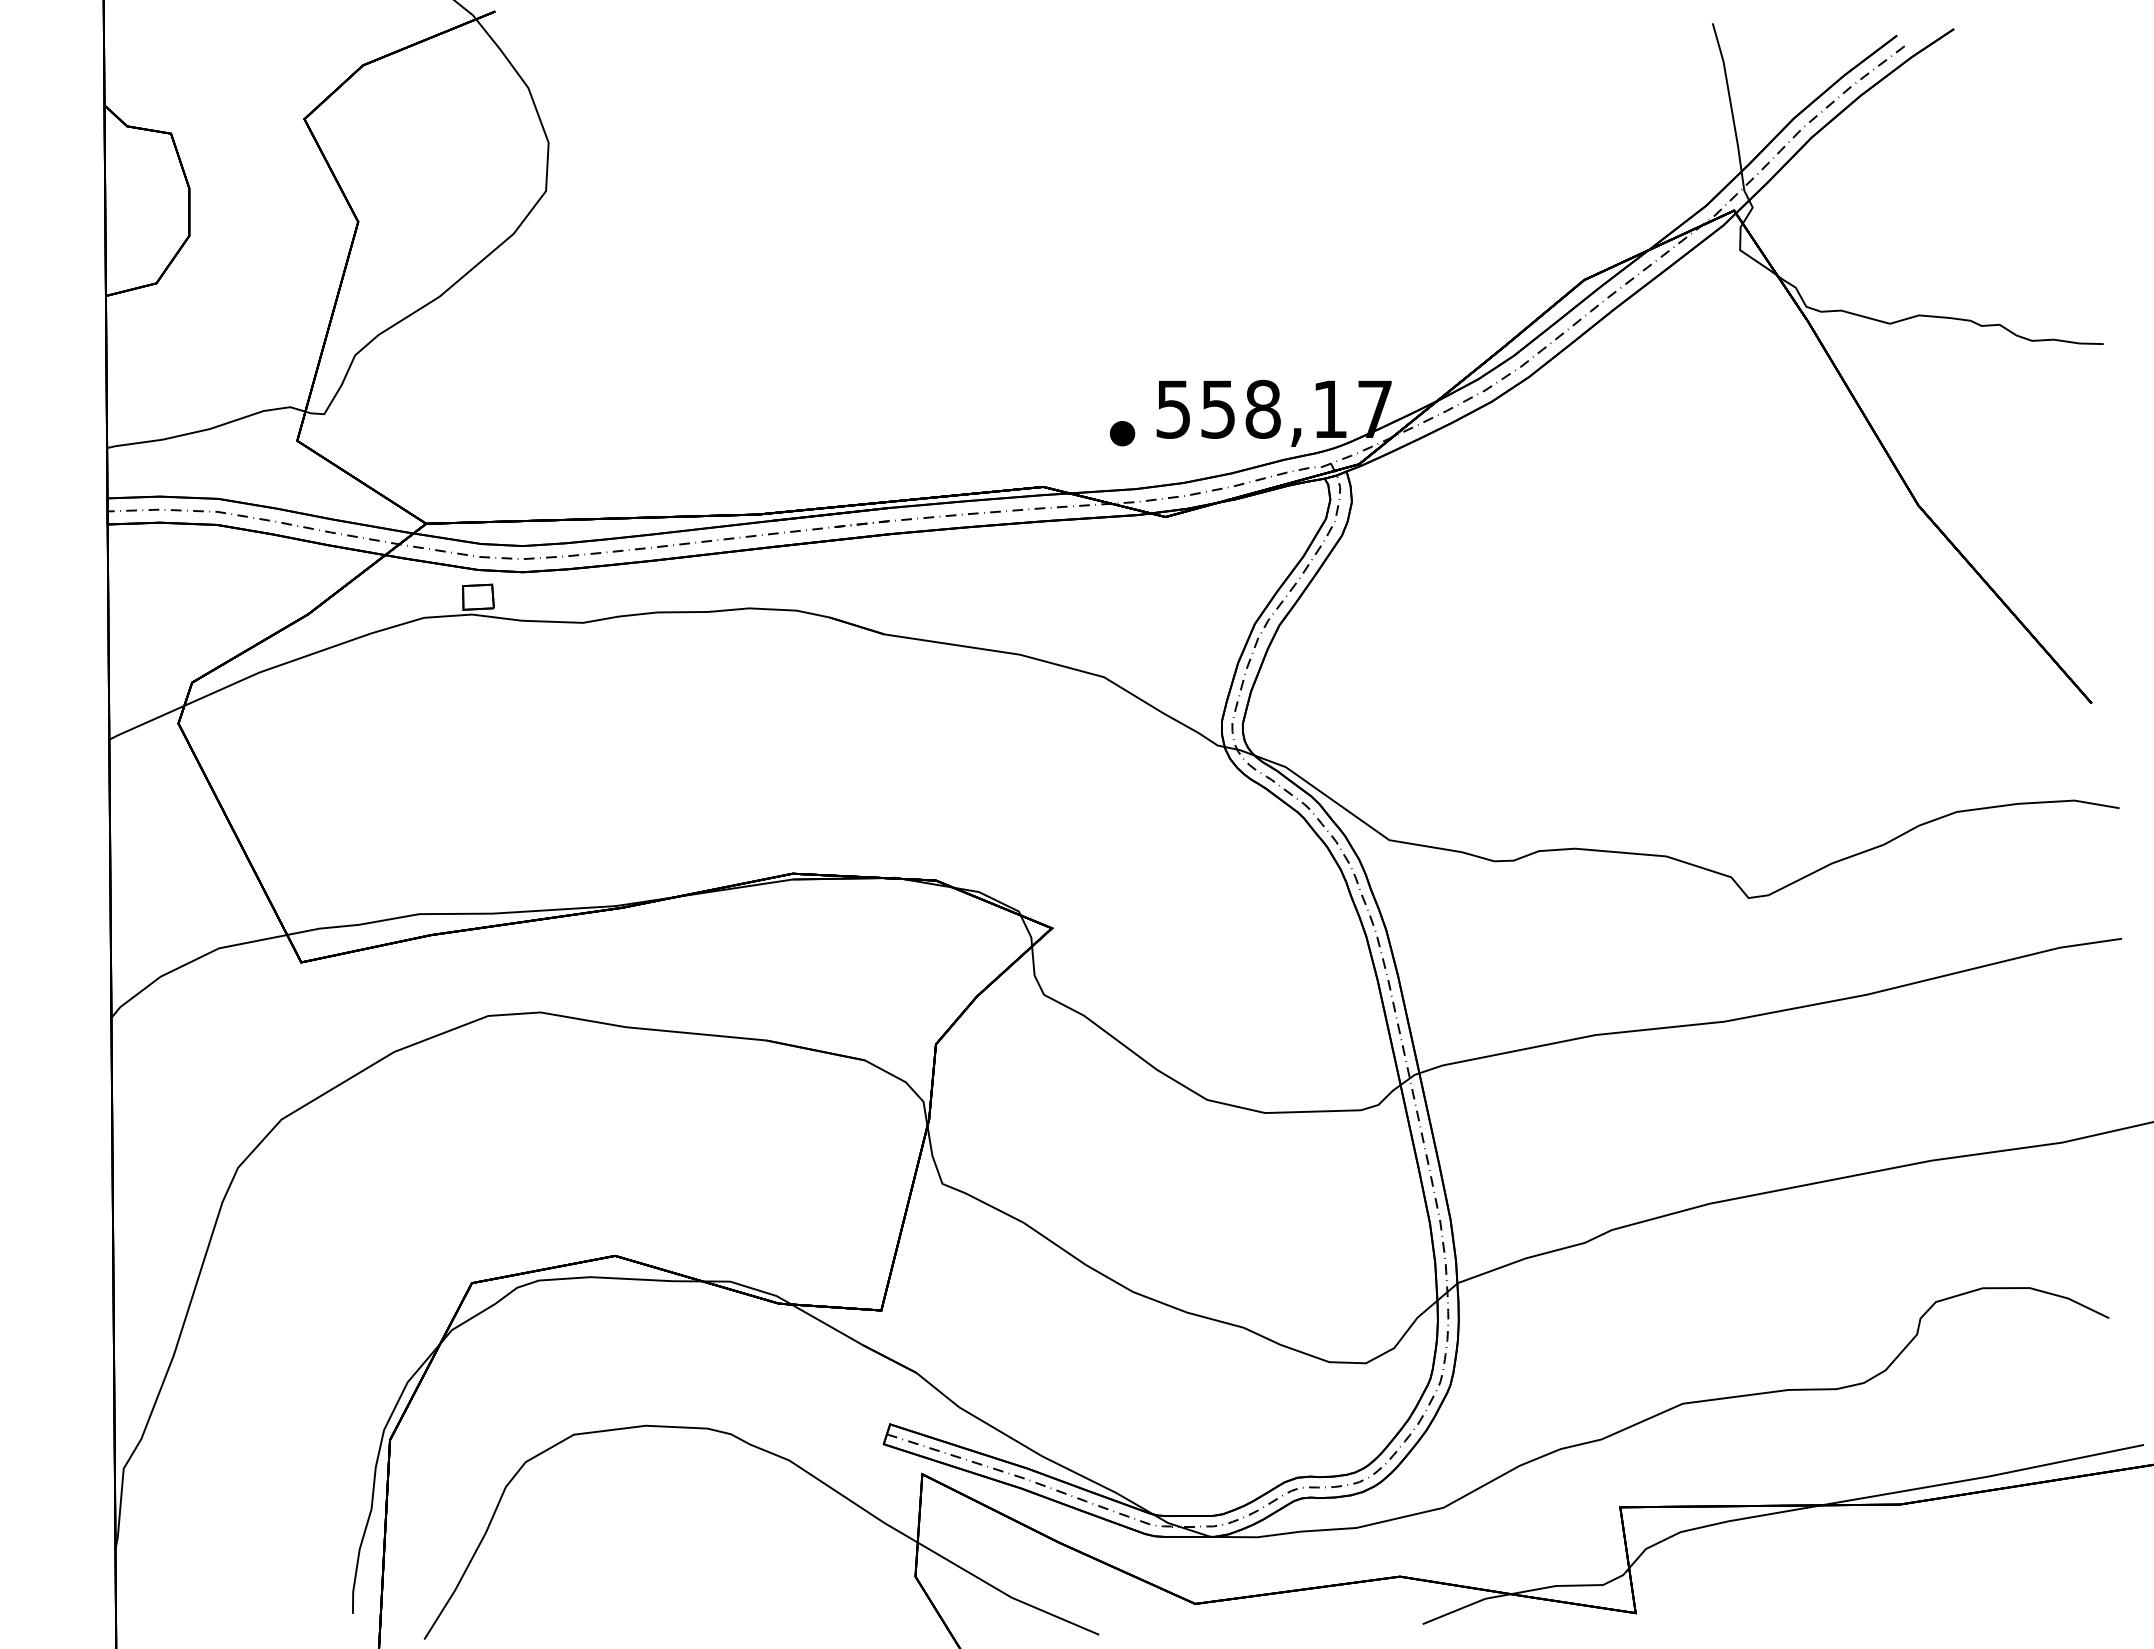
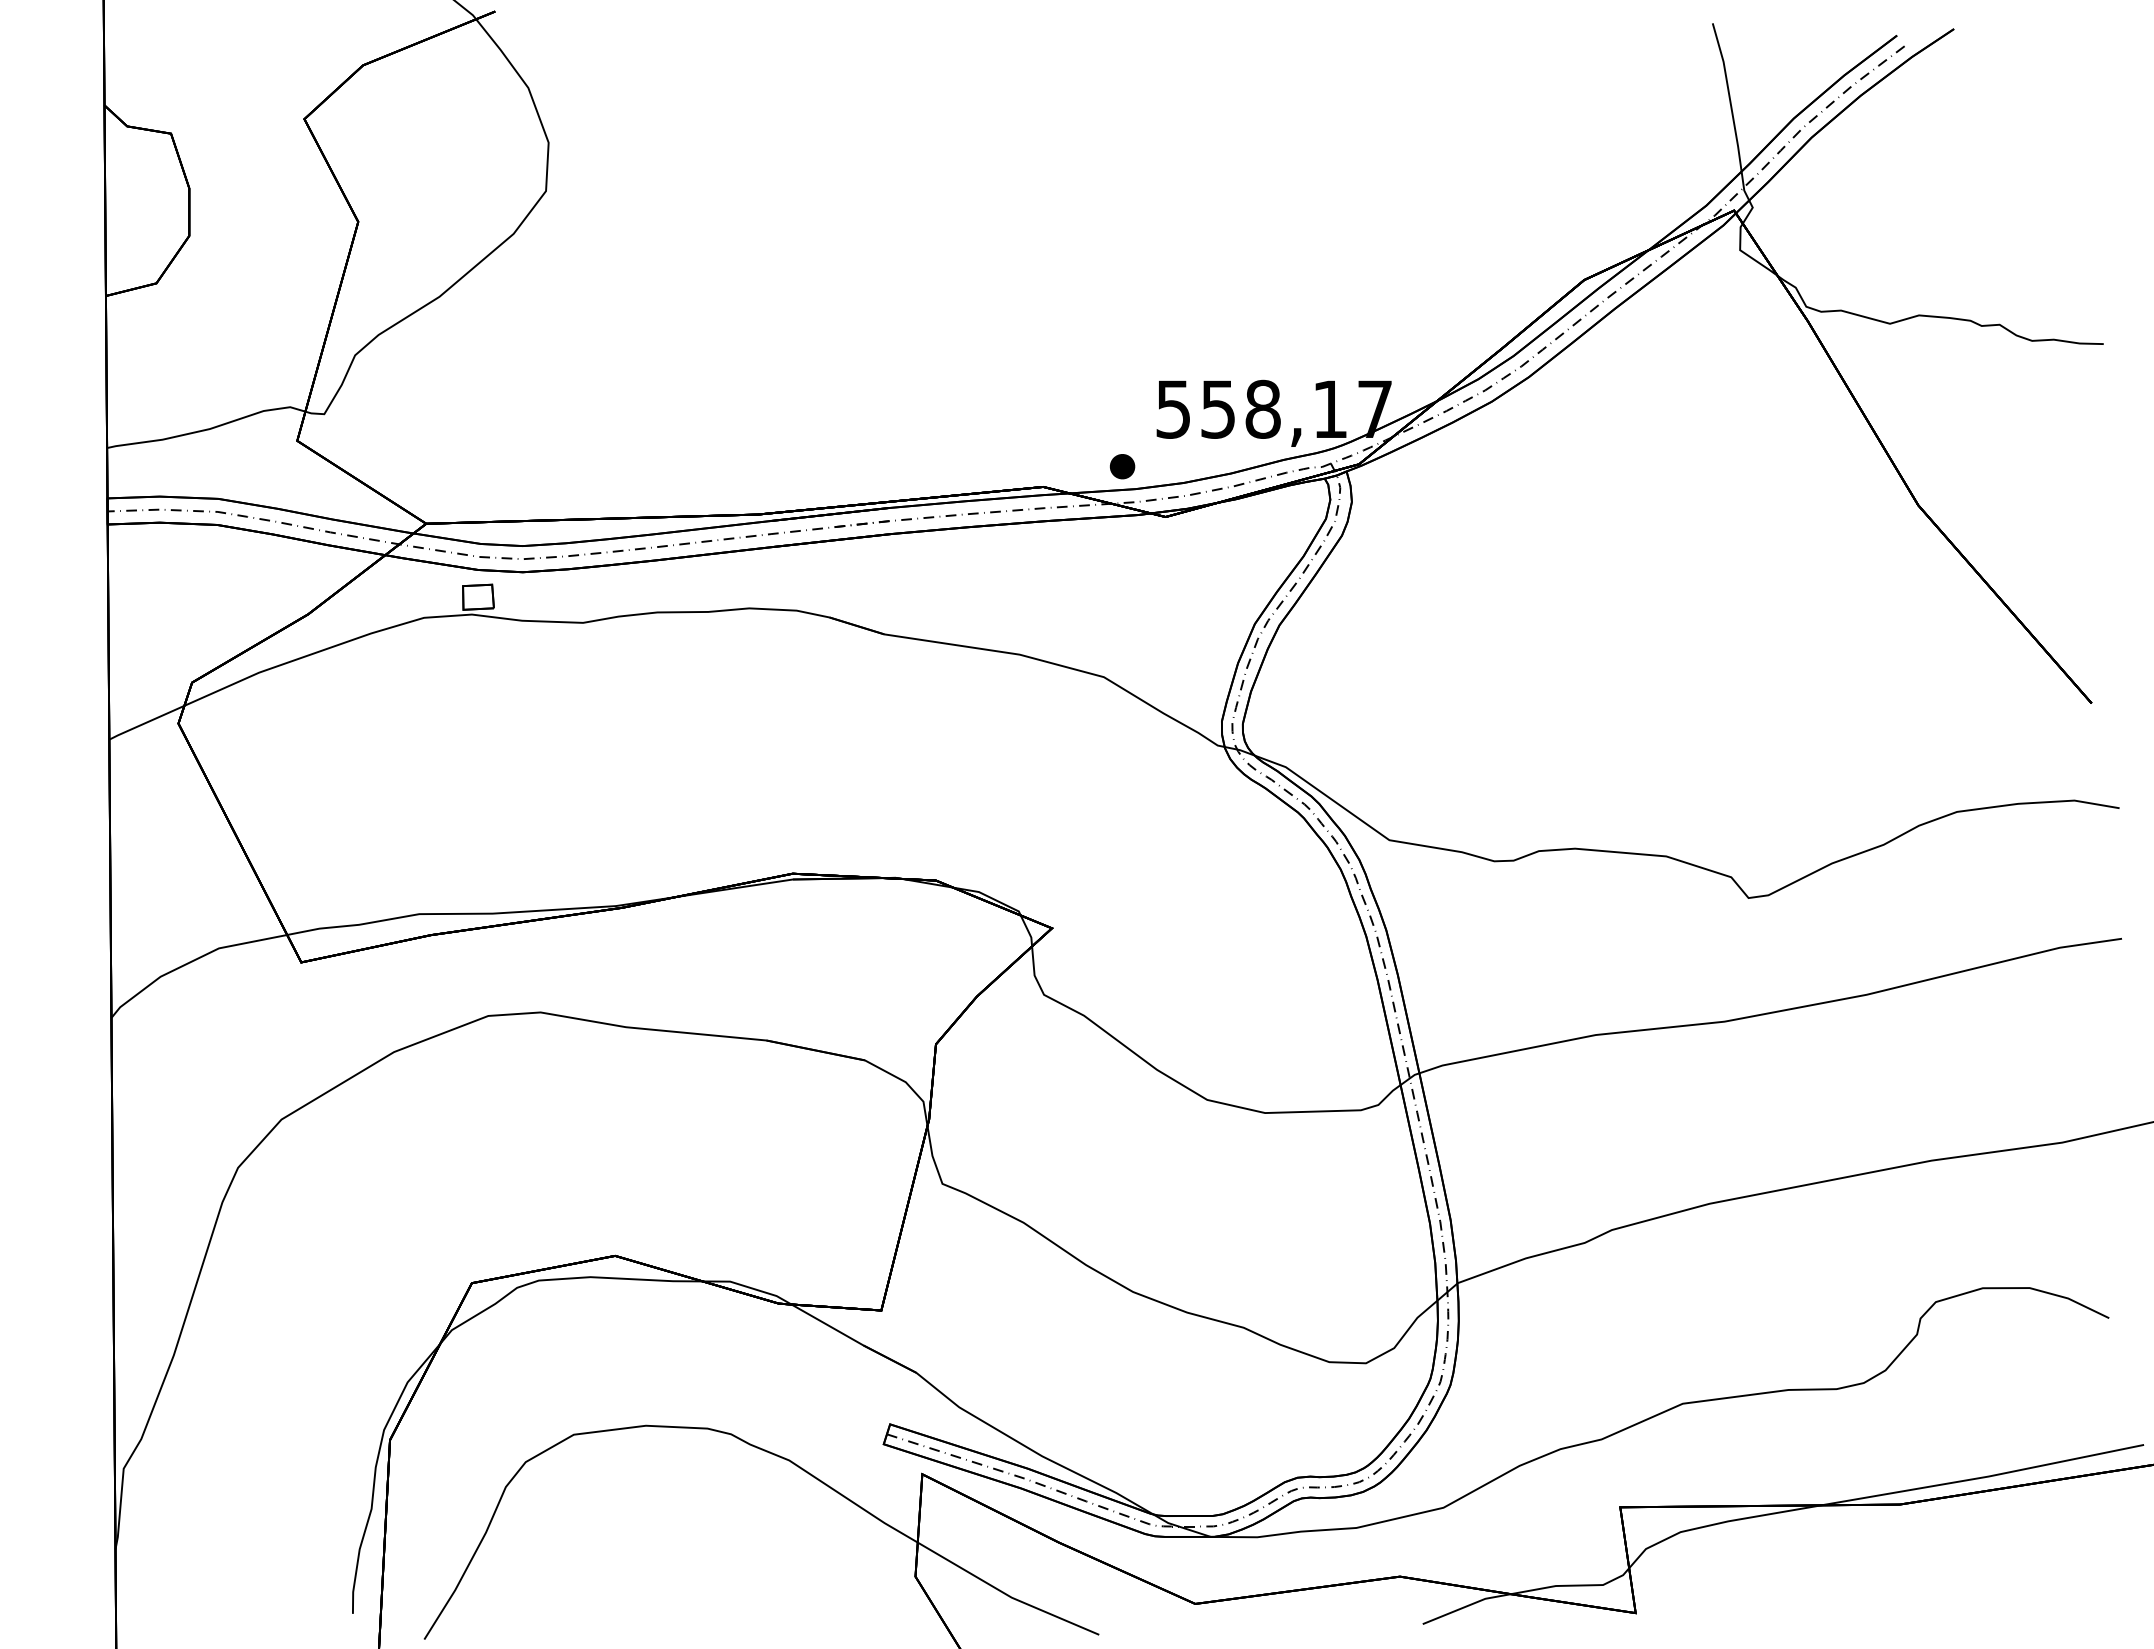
part at (1122, 433) position: (1122, 433) -> (1122, 466)
